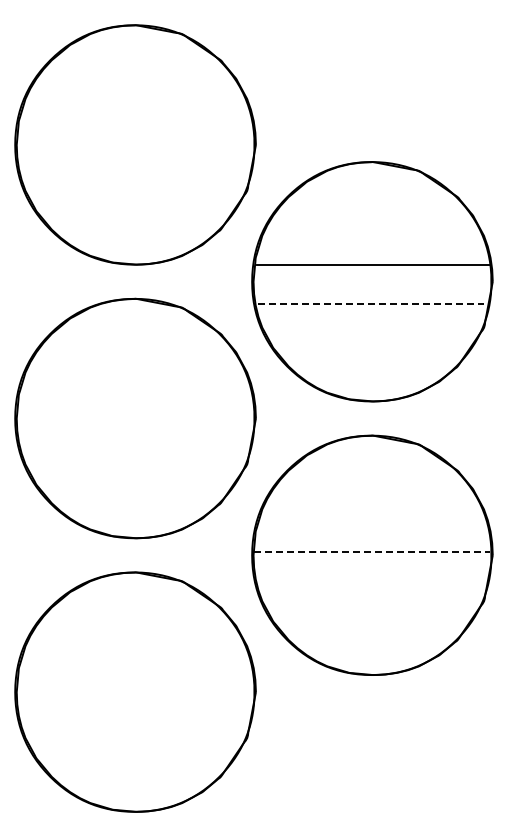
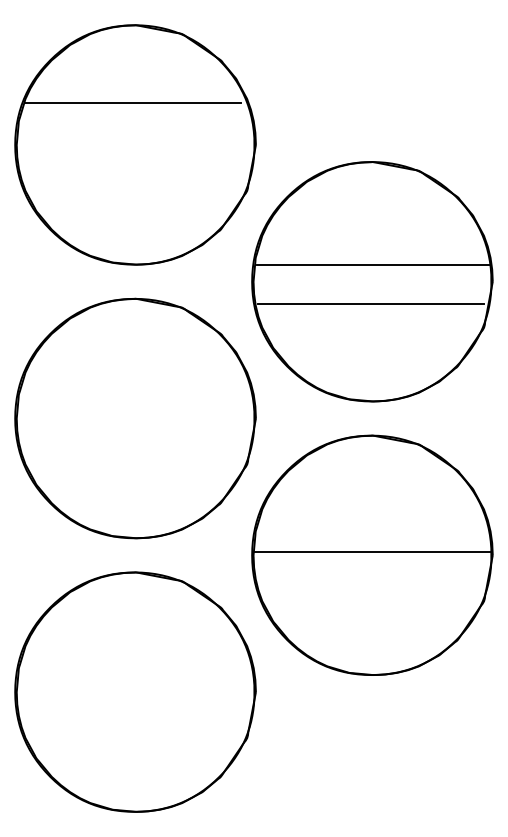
line at (132, 103): none -> present
line at (371, 304): dashed -> solid
line at (372, 552): dashed -> solid
